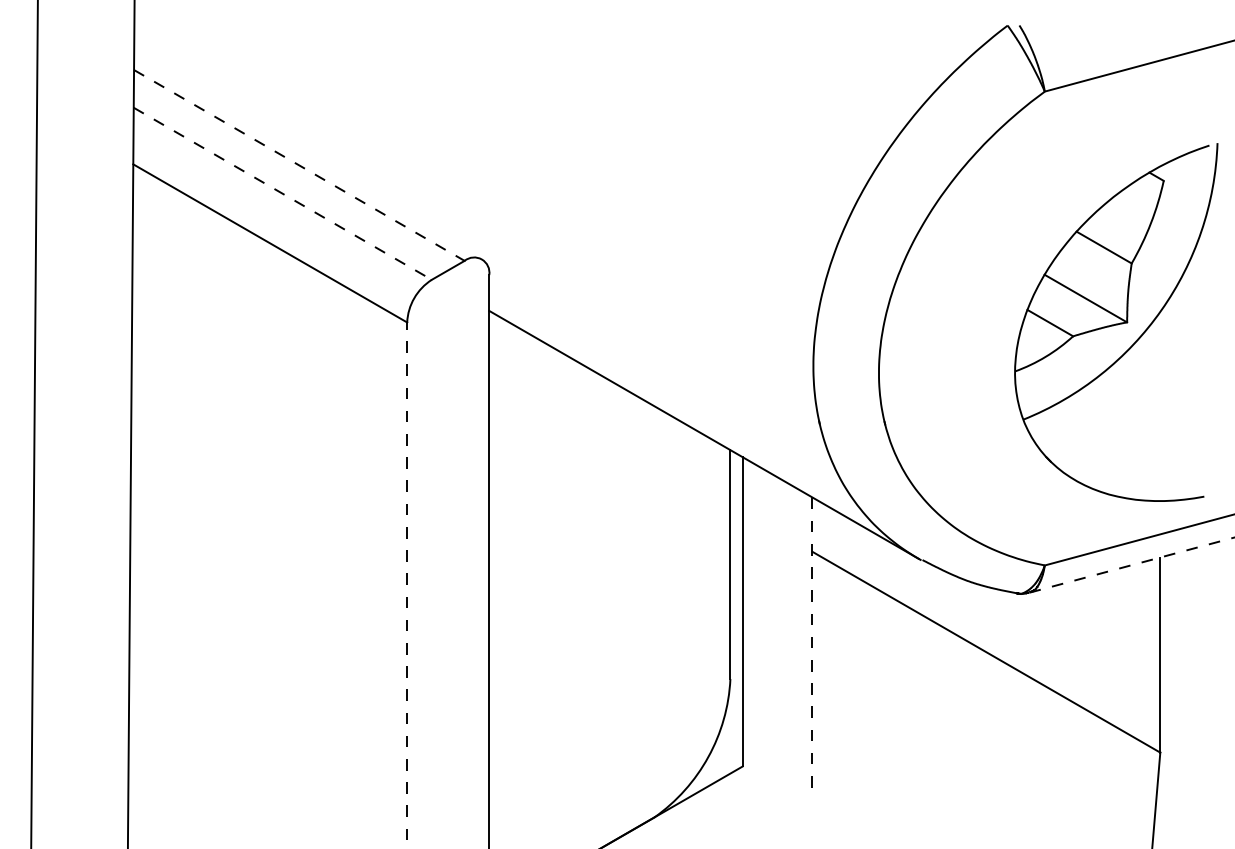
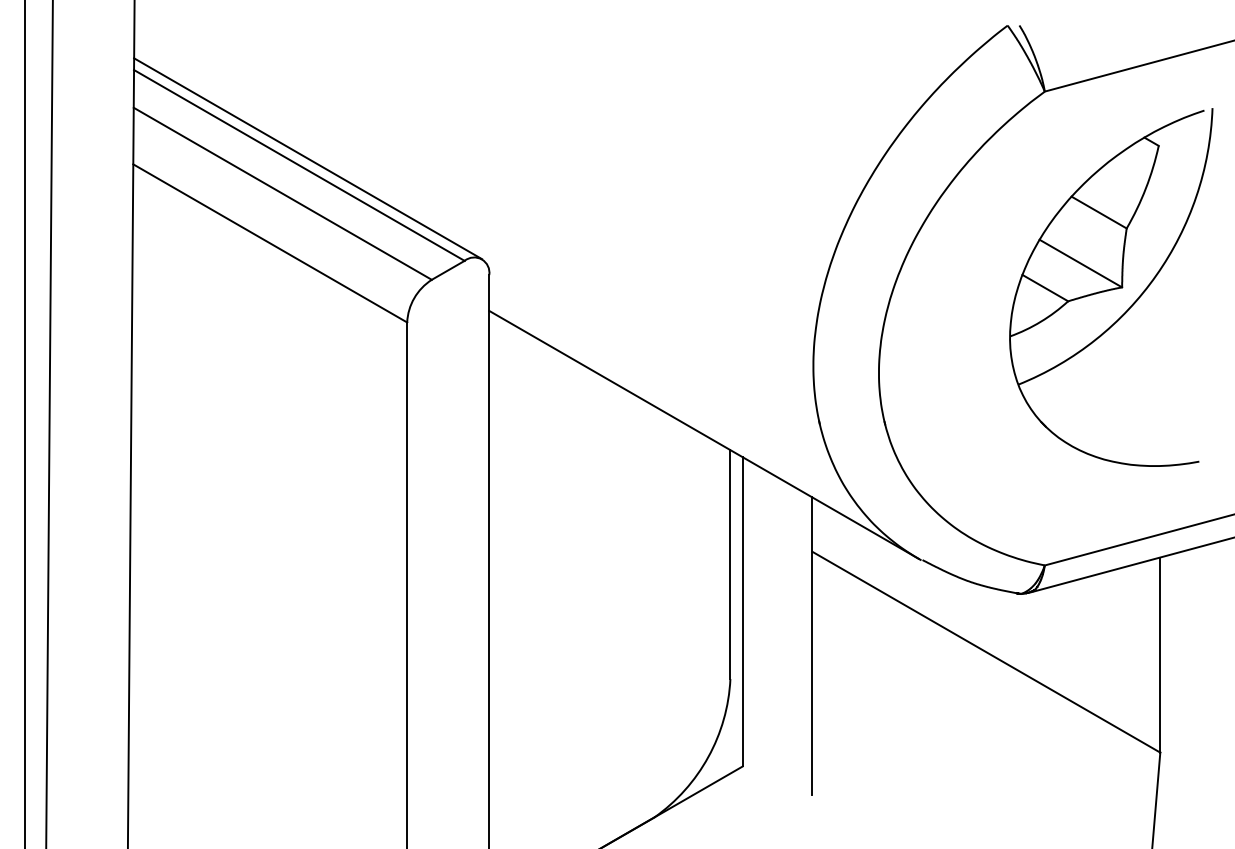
line at (308, 158): none -> present
line at (299, 165): dashed -> solid
line at (283, 194): dashed -> solid
part at (1116, 322) position: (1116, 322) -> (1111, 287)
line at (24, 423): none -> present
line at (34, 423) position: (34, 423) -> (49, 423)
line at (1132, 564): dashed -> solid
line at (407, 585): dashed -> solid
line at (812, 646): dashed -> solid
